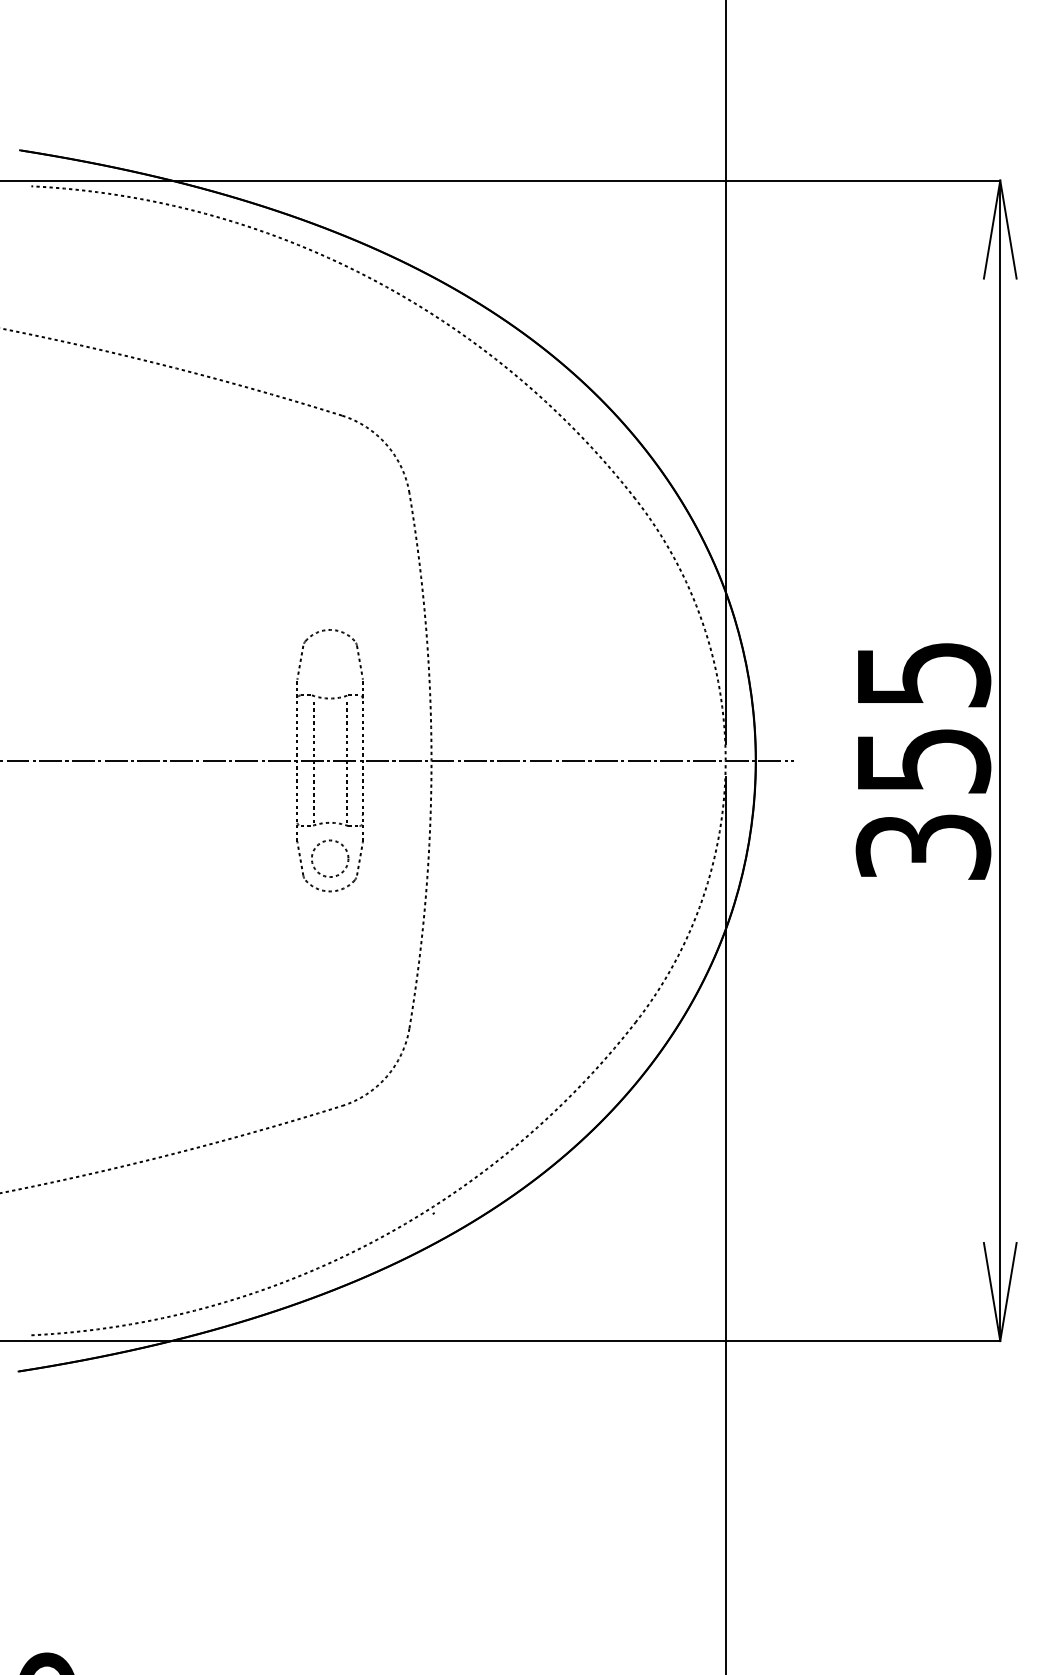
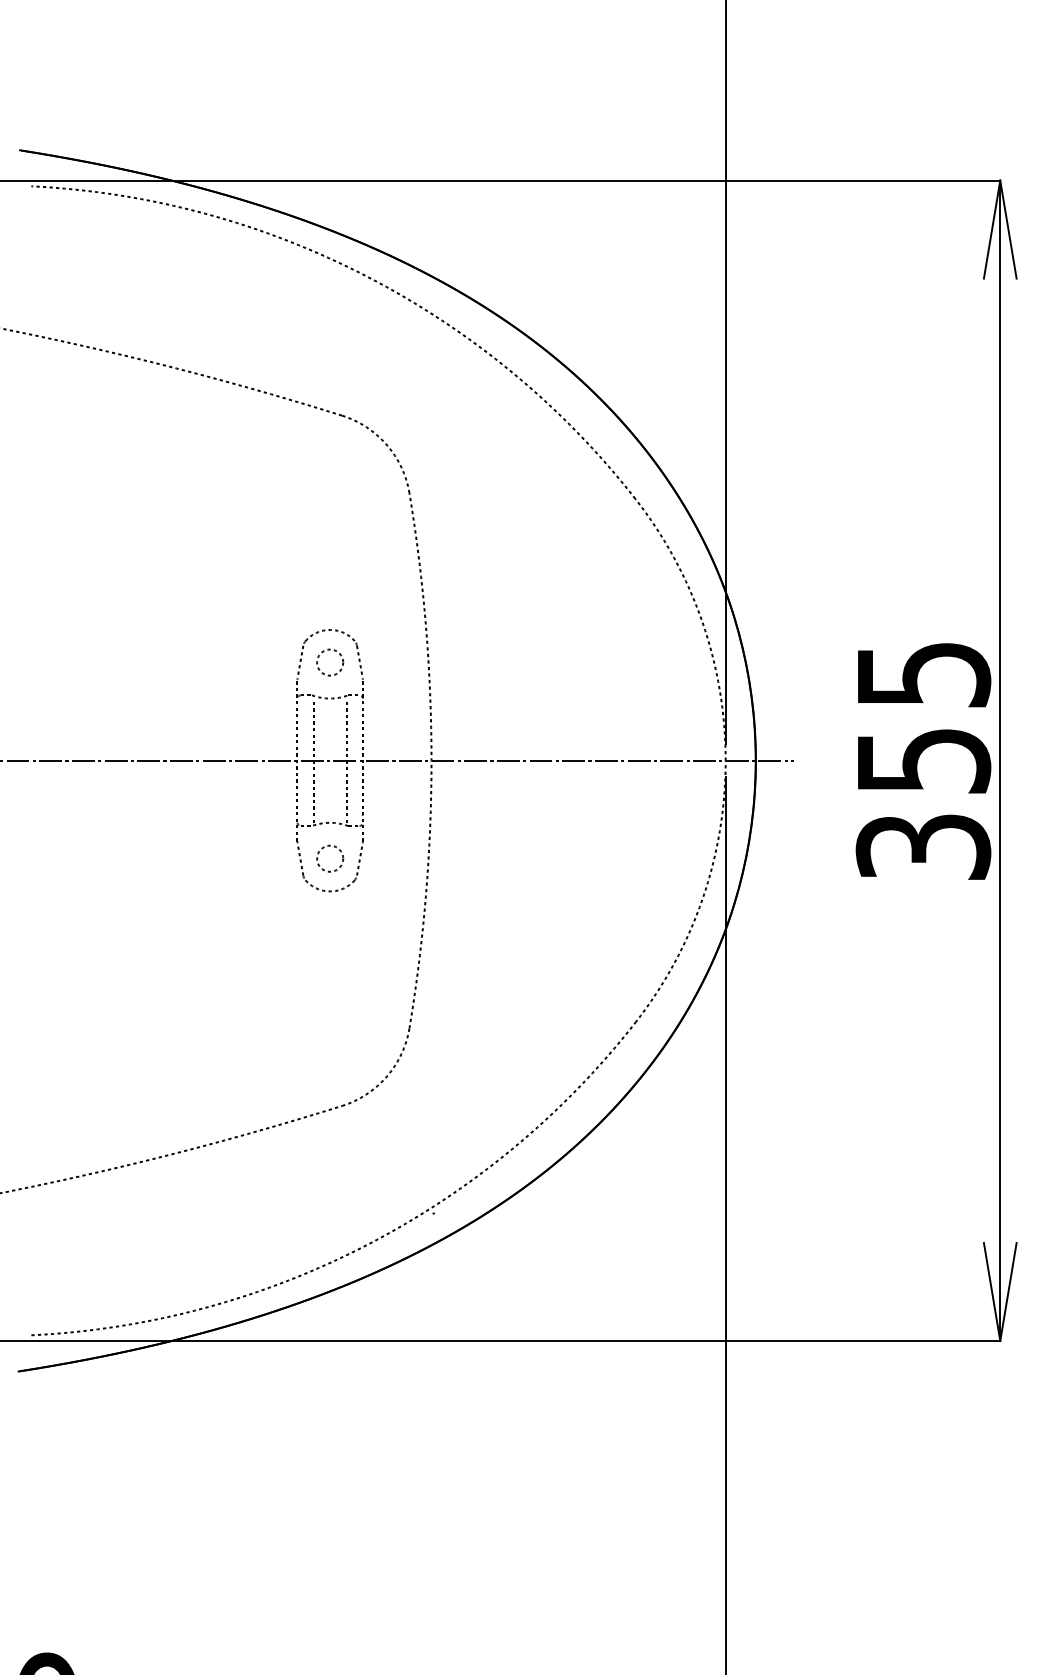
circle at (330, 662): none -> present
circle at (329, 858) diameter: 37 px -> 26 px
